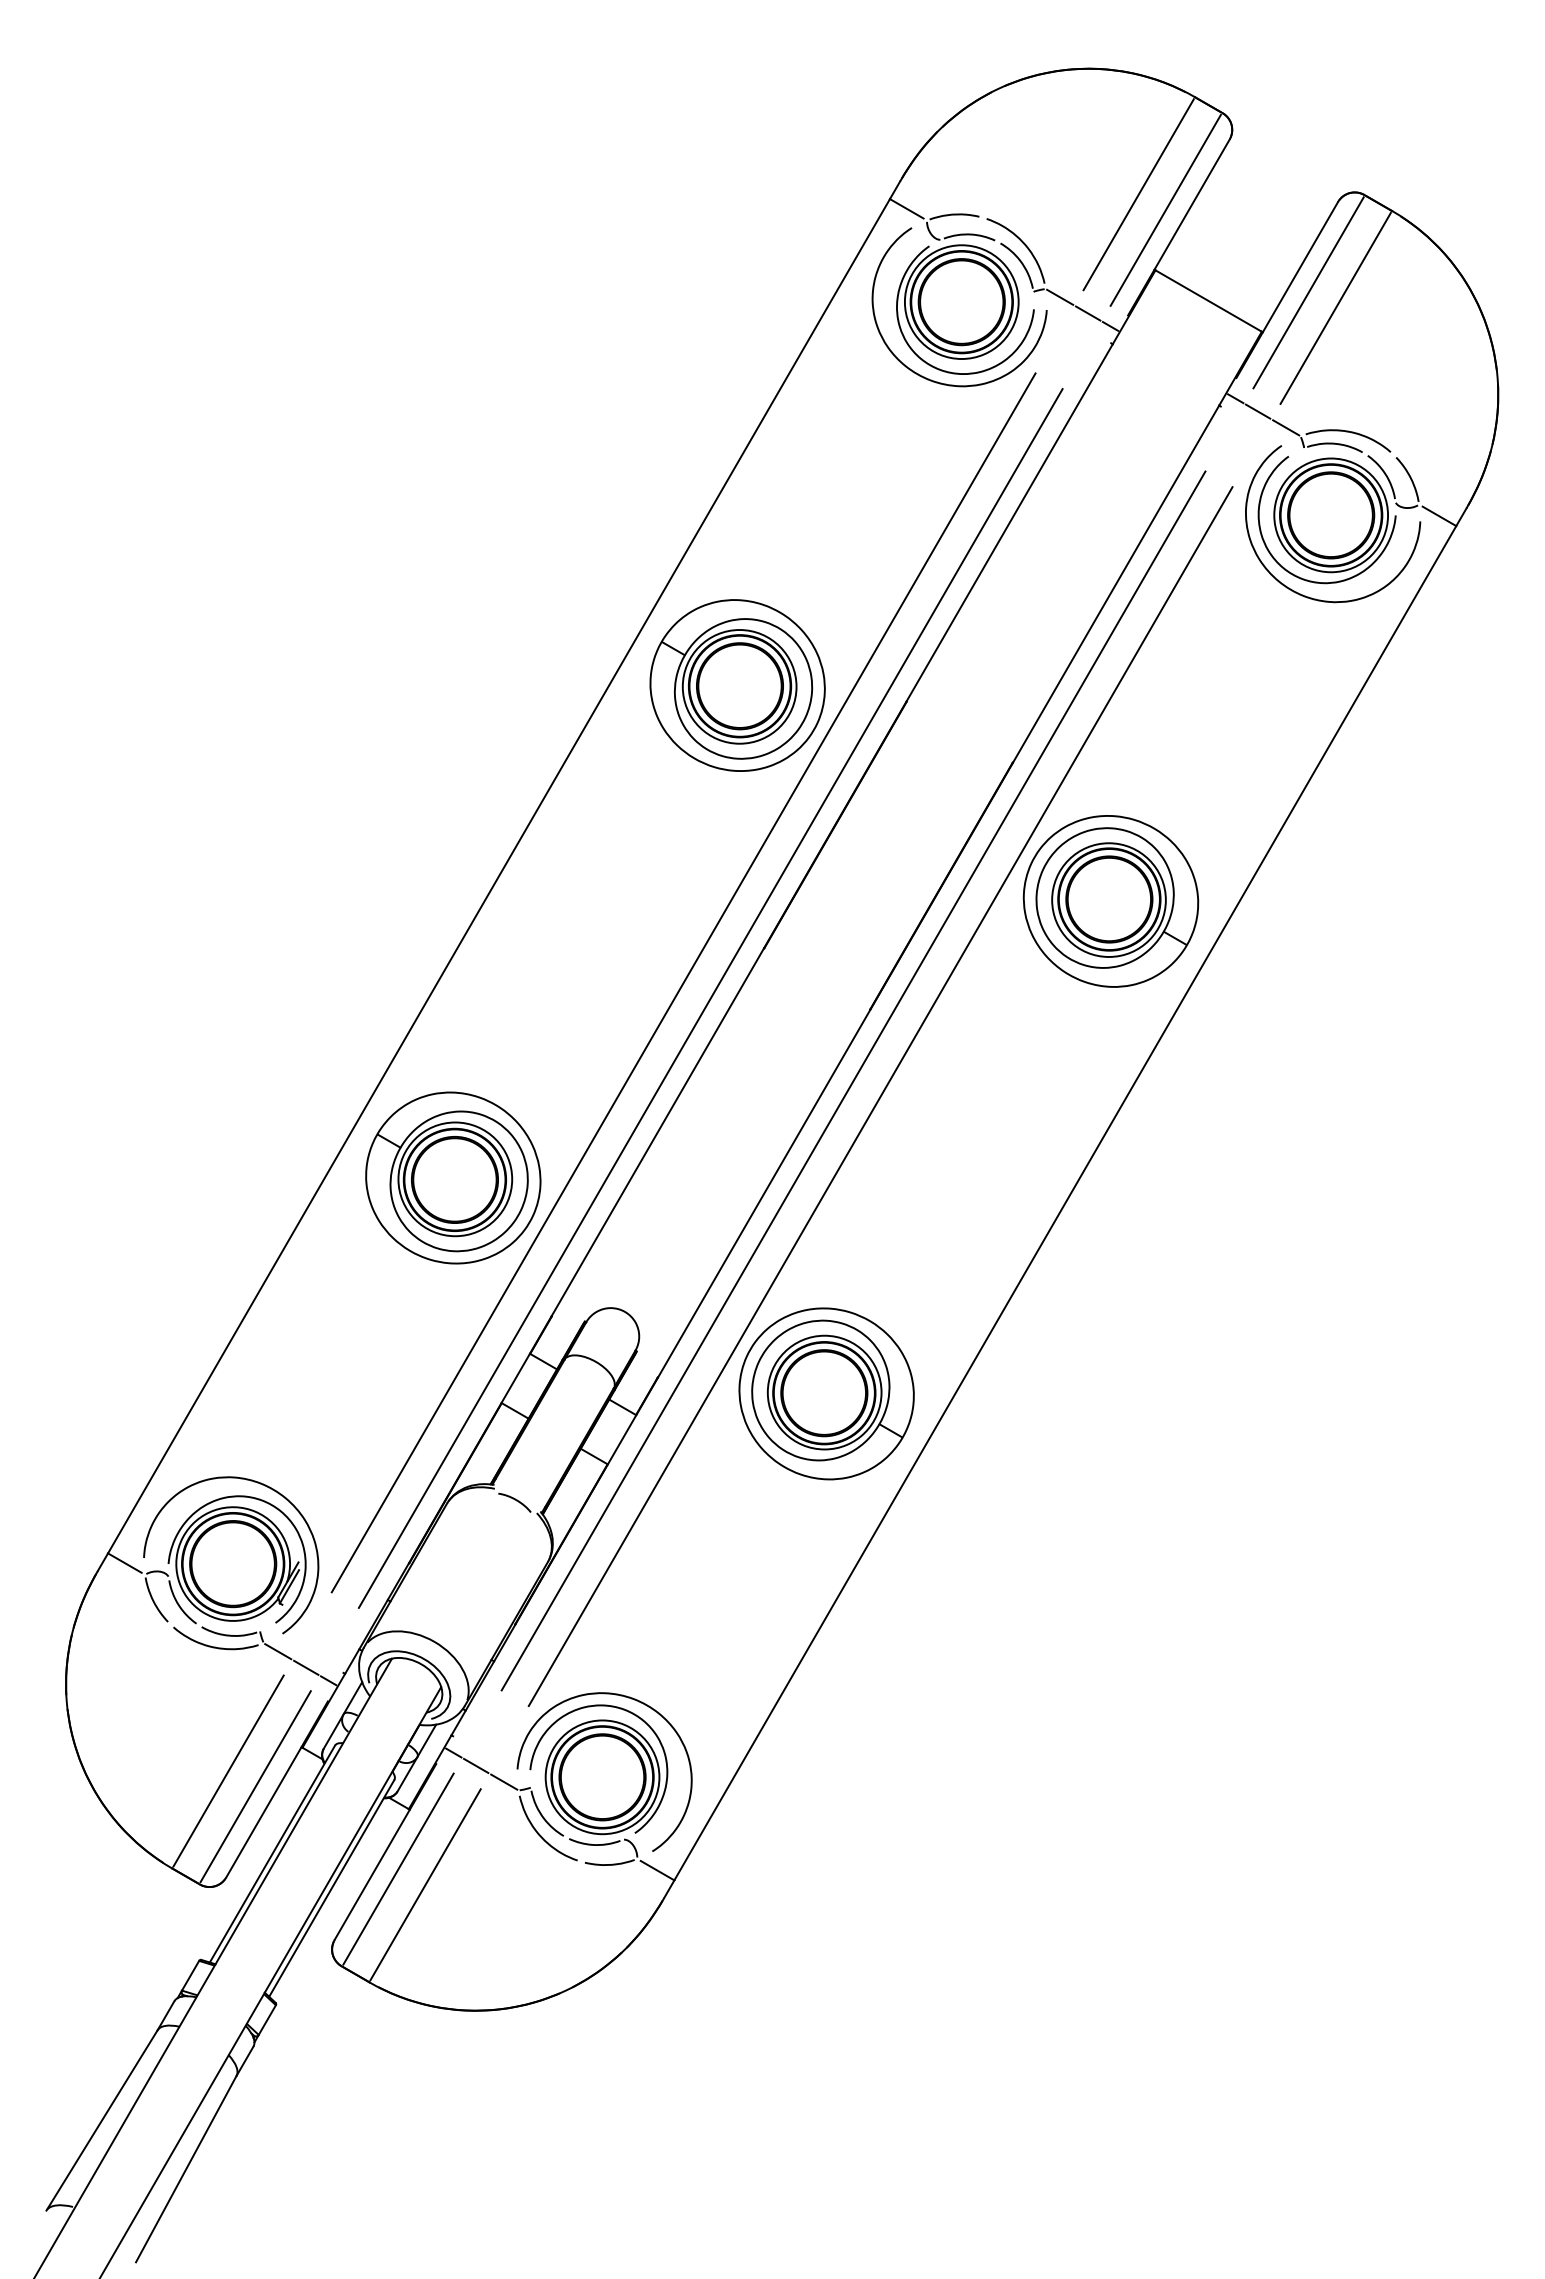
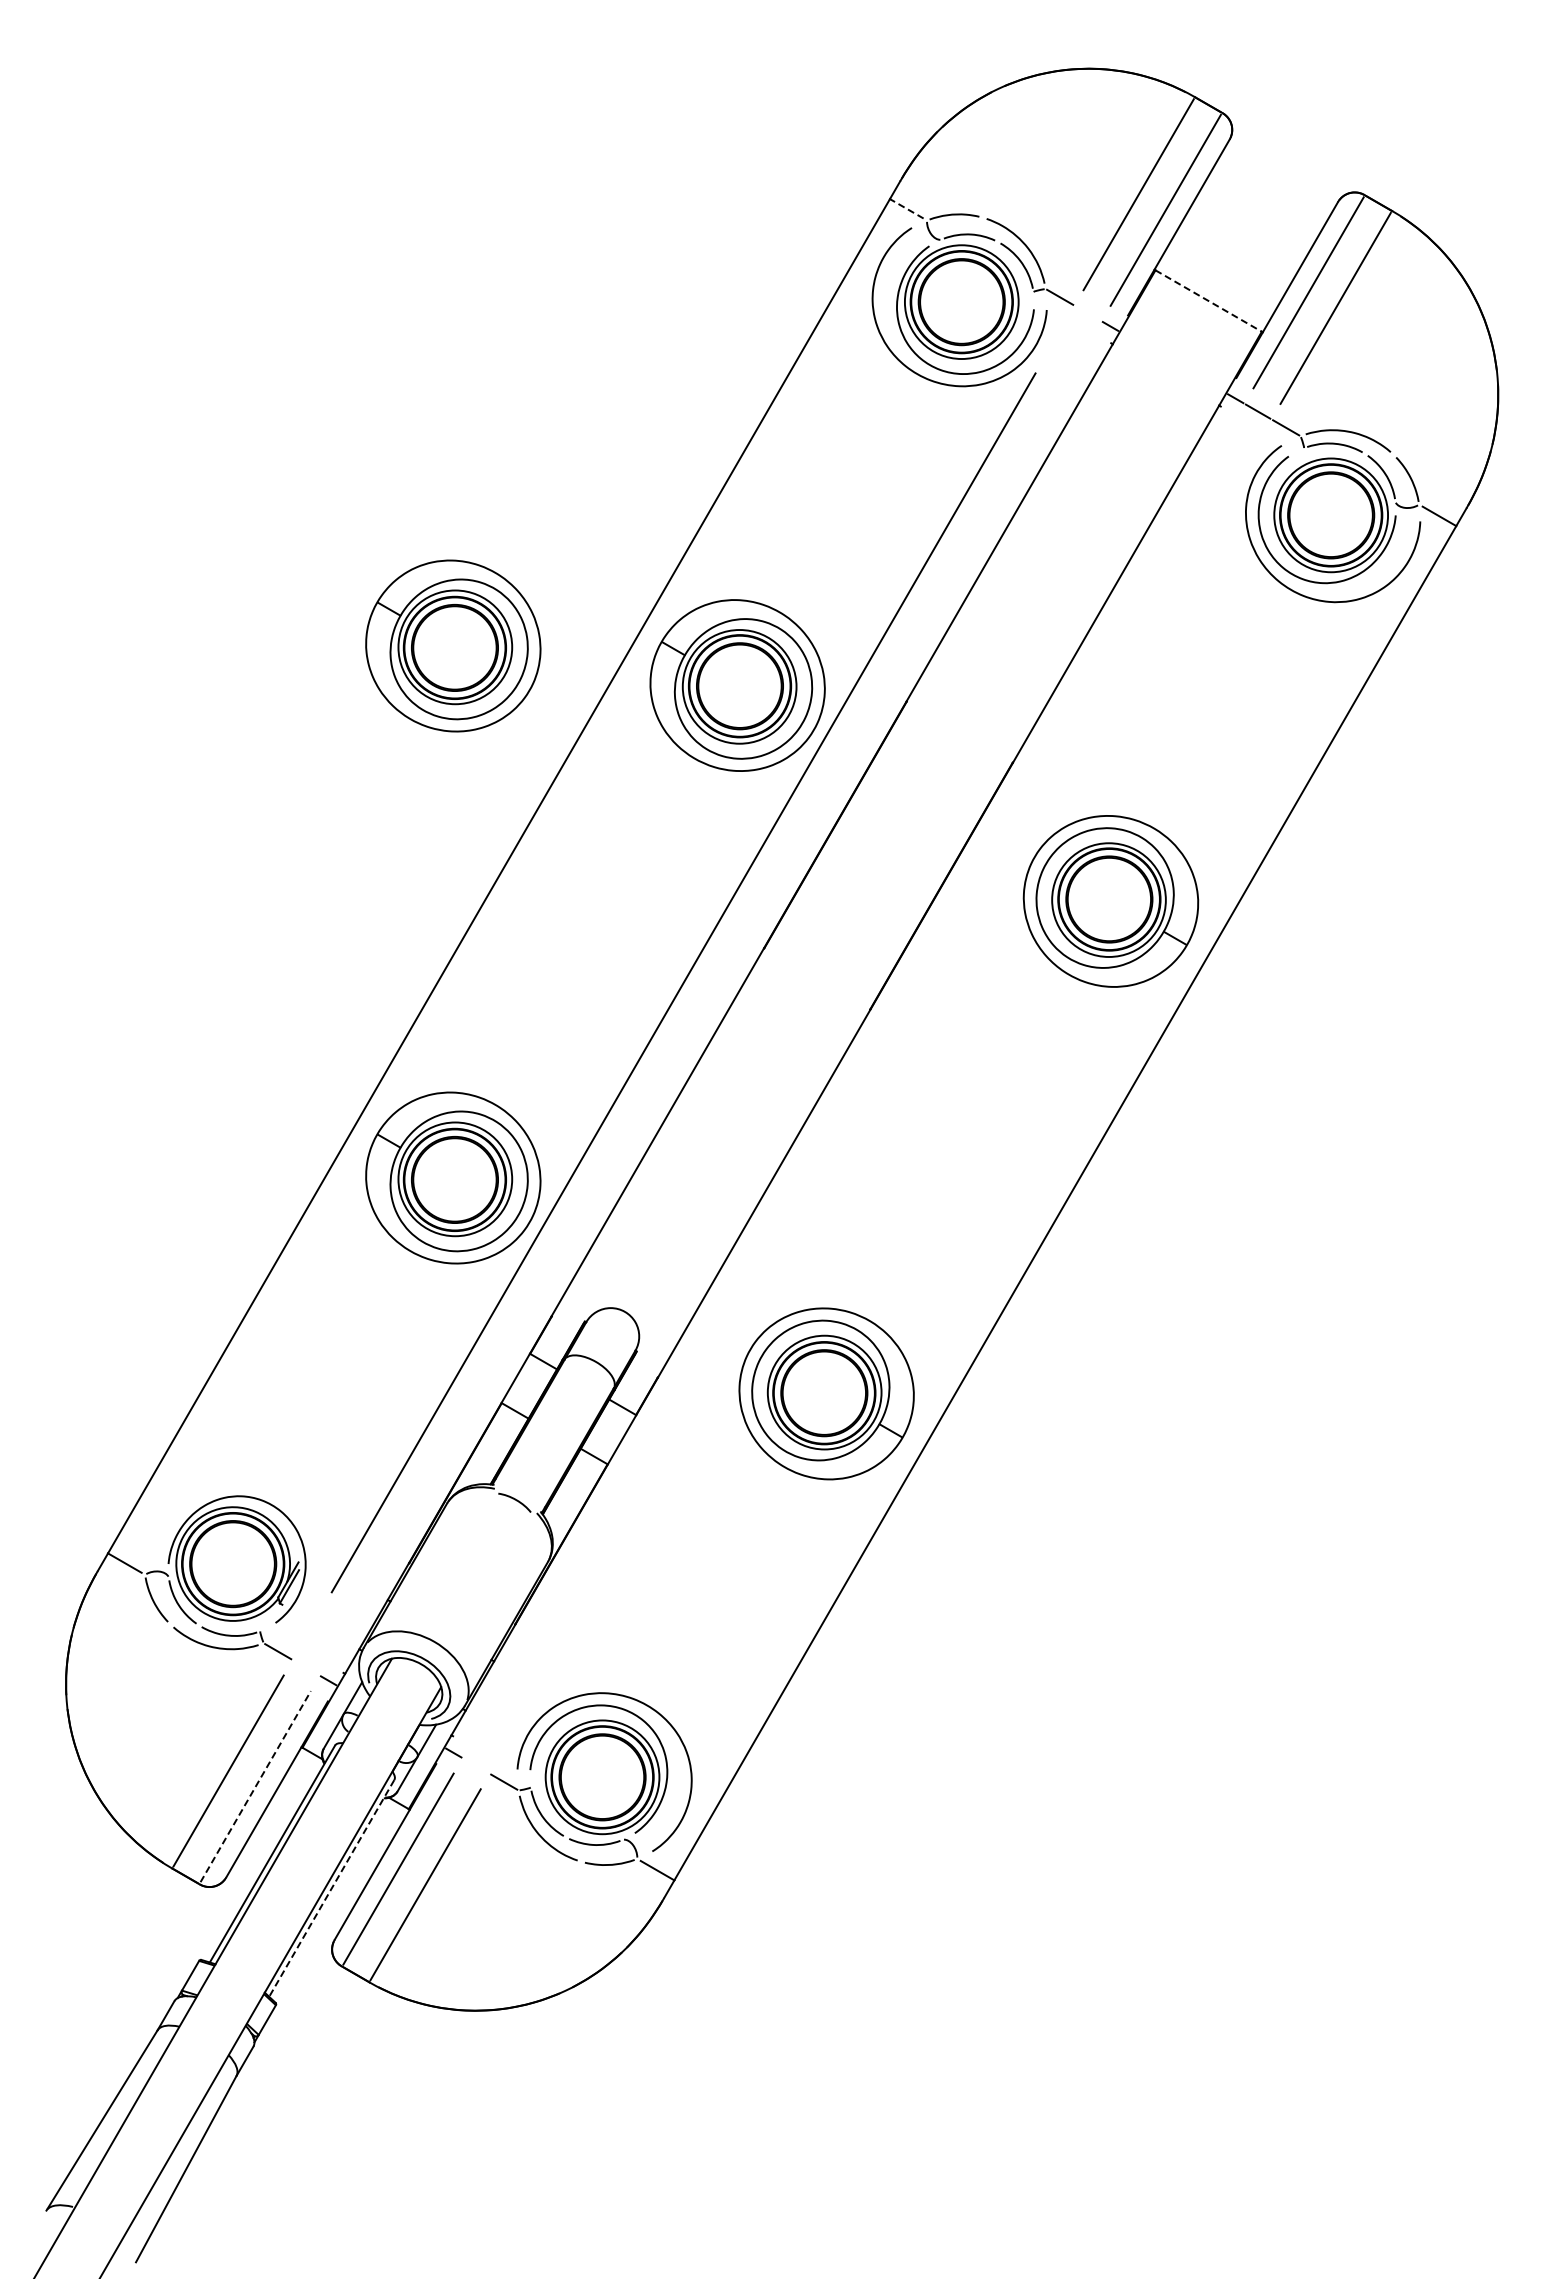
line at (906, 208): solid -> dashed
line at (1209, 301): solid -> dashed
line at (1087, 313): present -> none
part at (453, 645): none -> present
line at (710, 998): present -> none
line at (853, 1080): present -> none
line at (880, 1096): present -> none
curve at (250, 1481): present -> none
line at (306, 1667): present -> none
line at (475, 1765): present -> none
line at (255, 1786): solid -> dashed
line at (331, 1888): solid -> dashed
